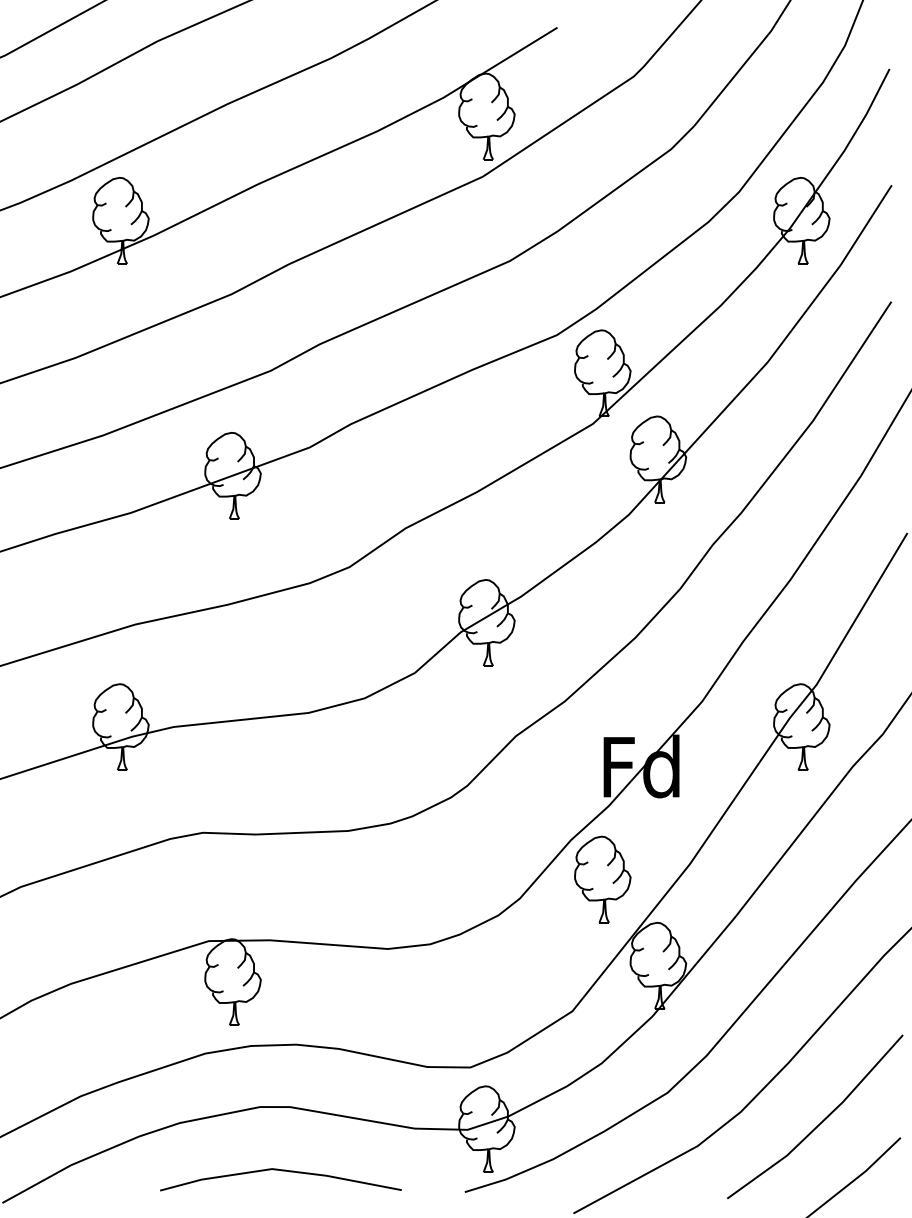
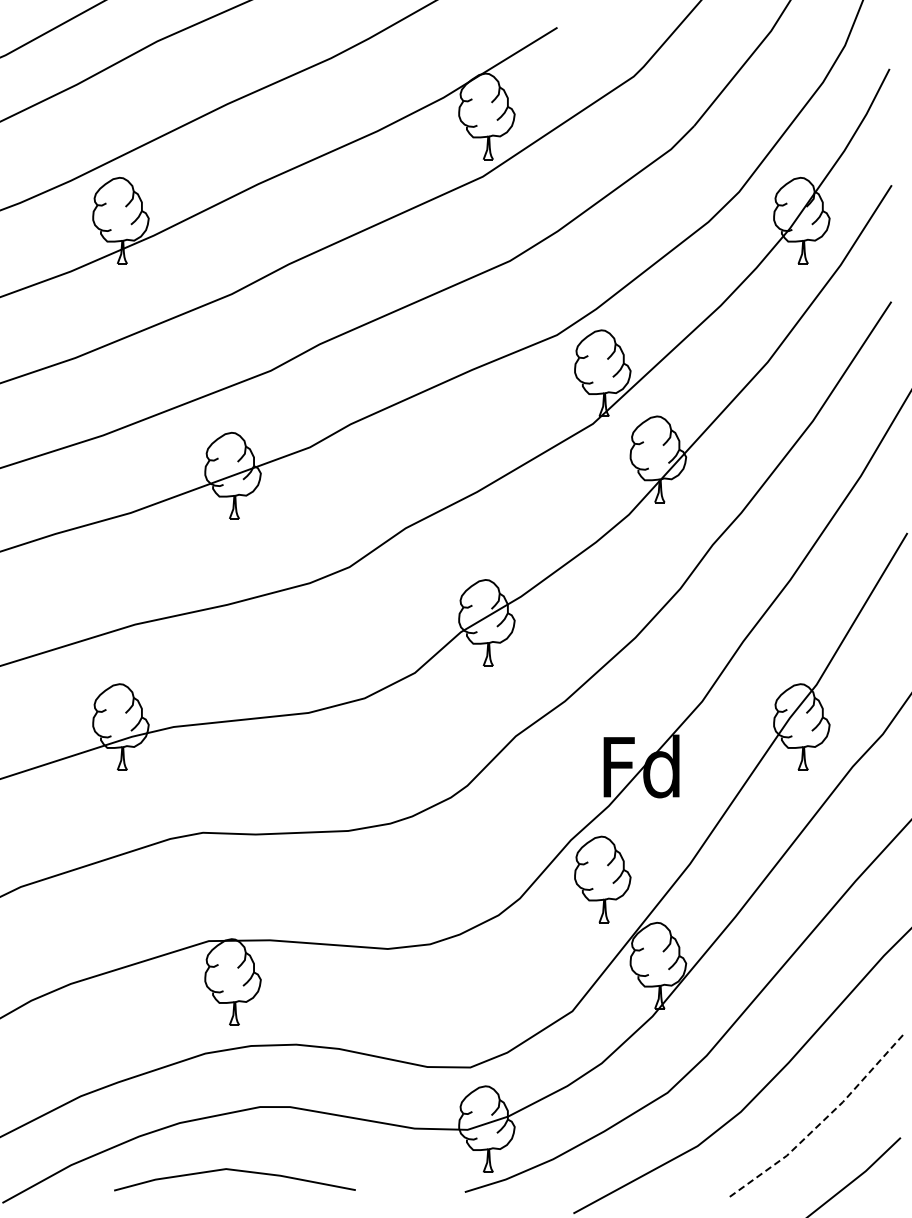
line at (820, 1123): solid -> dashed
line at (281, 1171) position: (281, 1171) -> (235, 1171)
